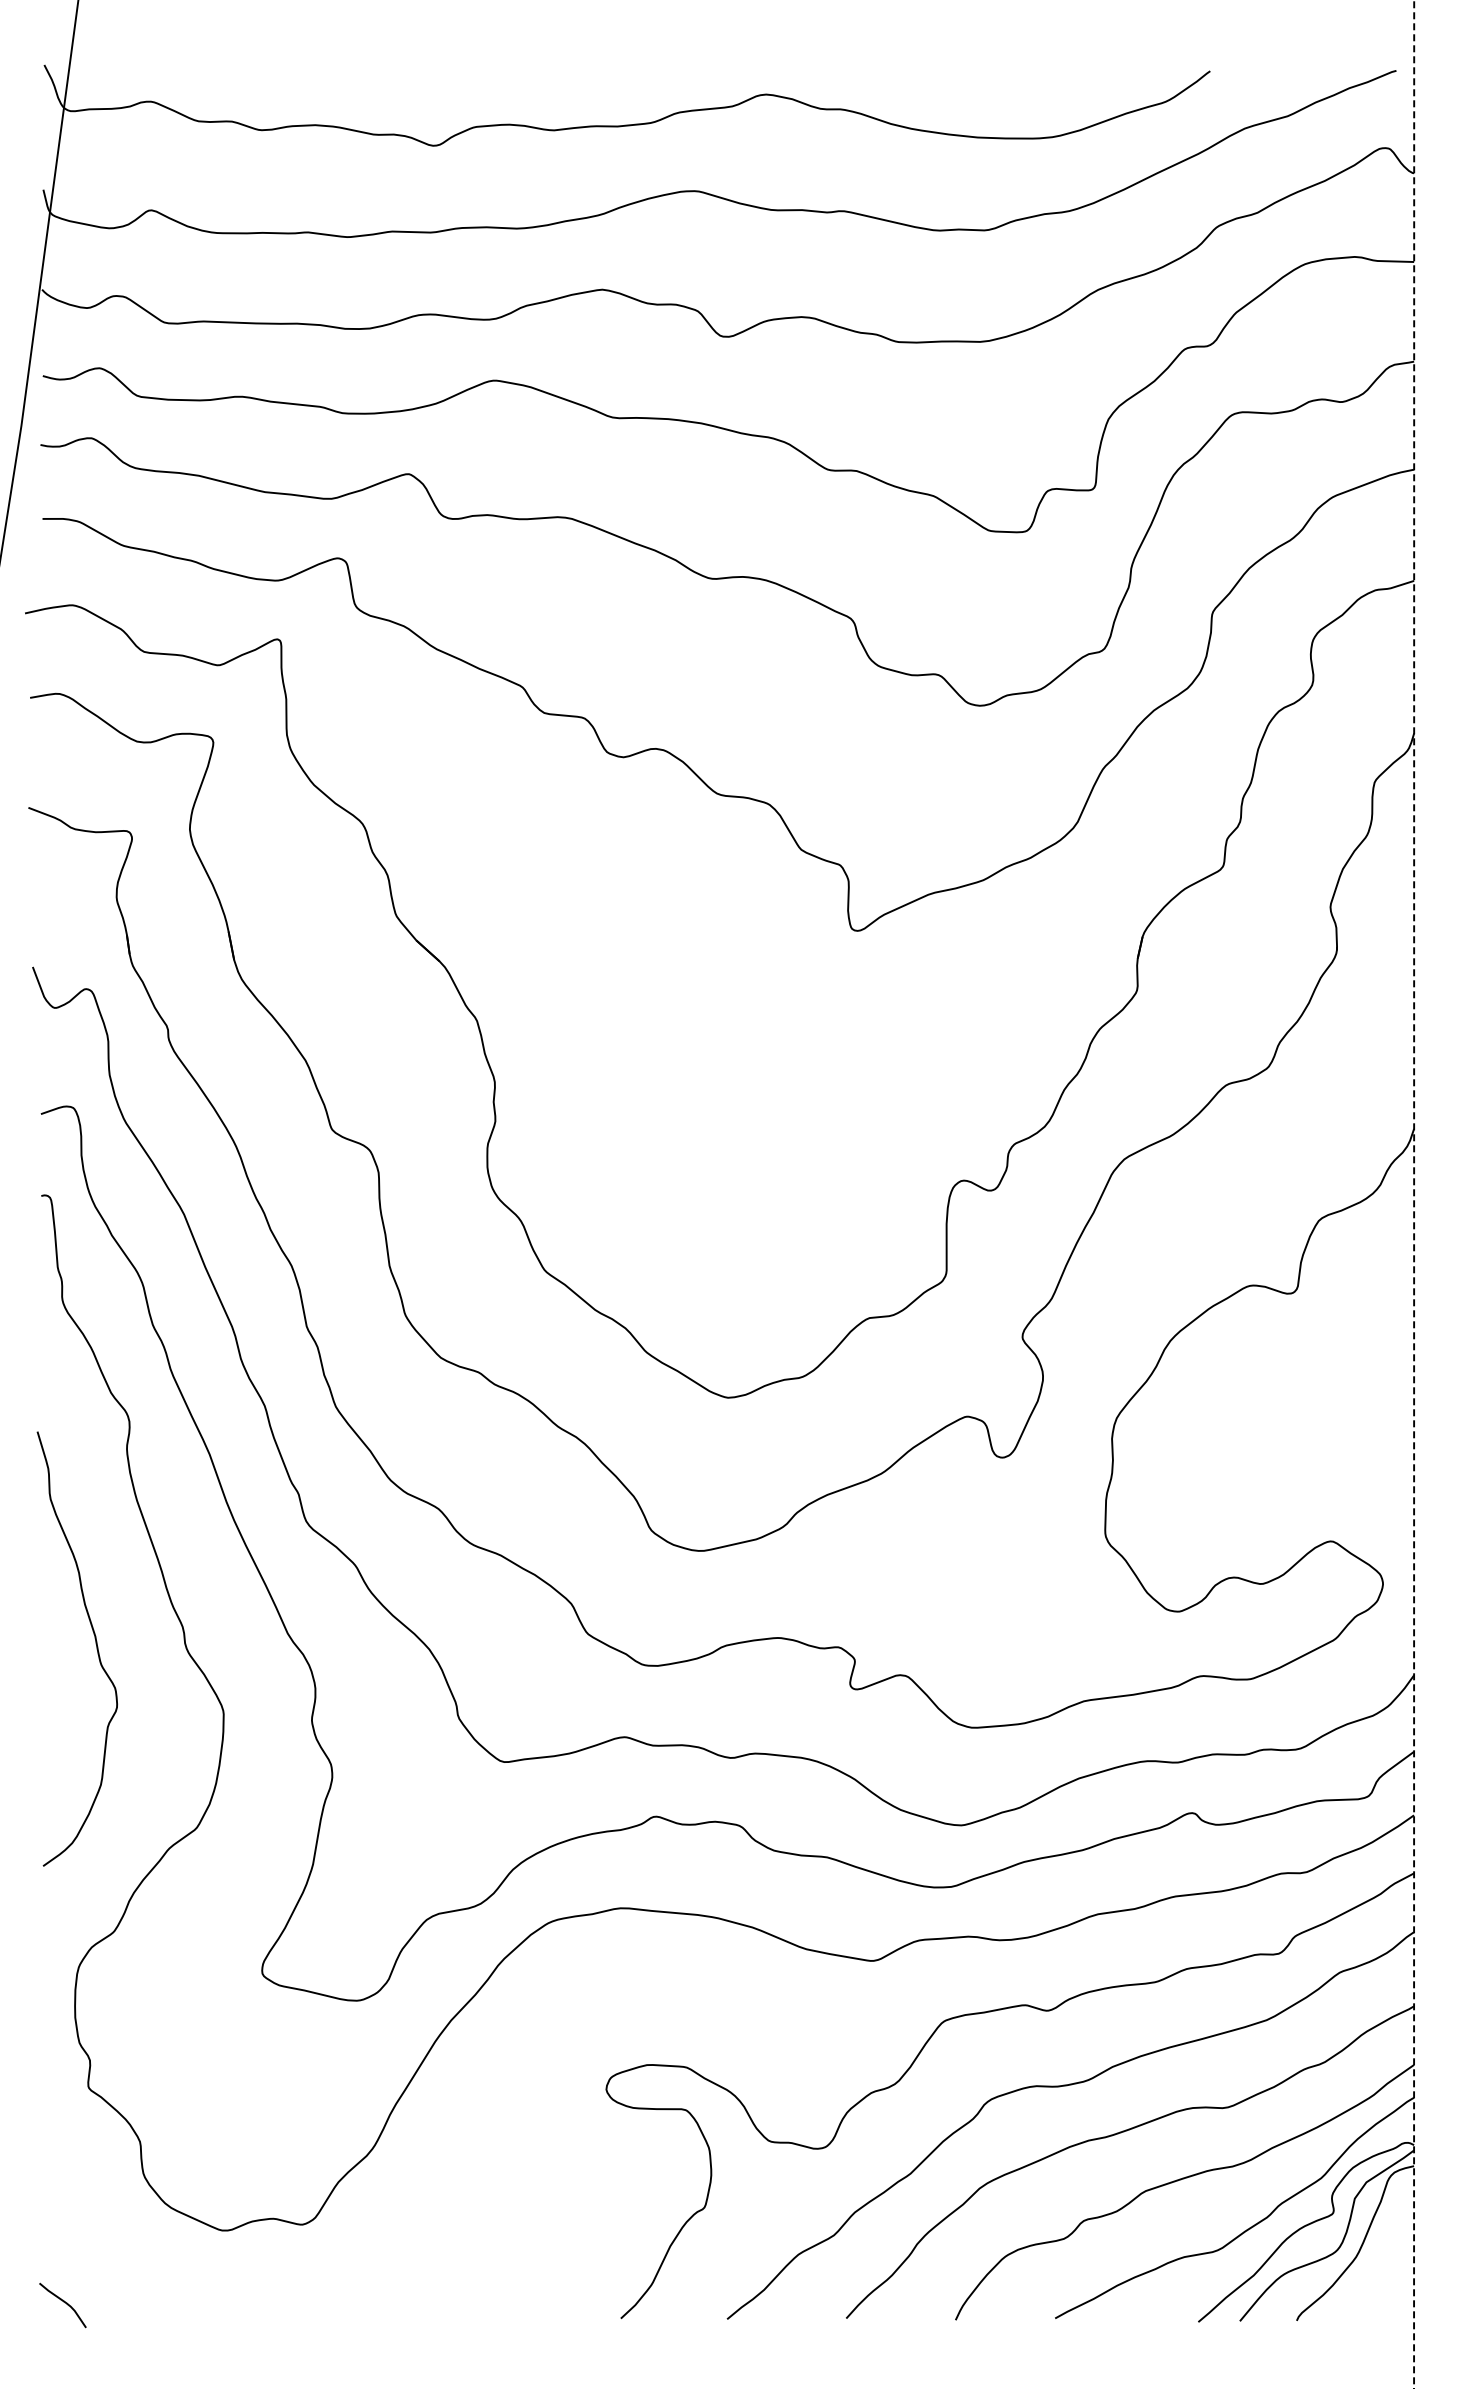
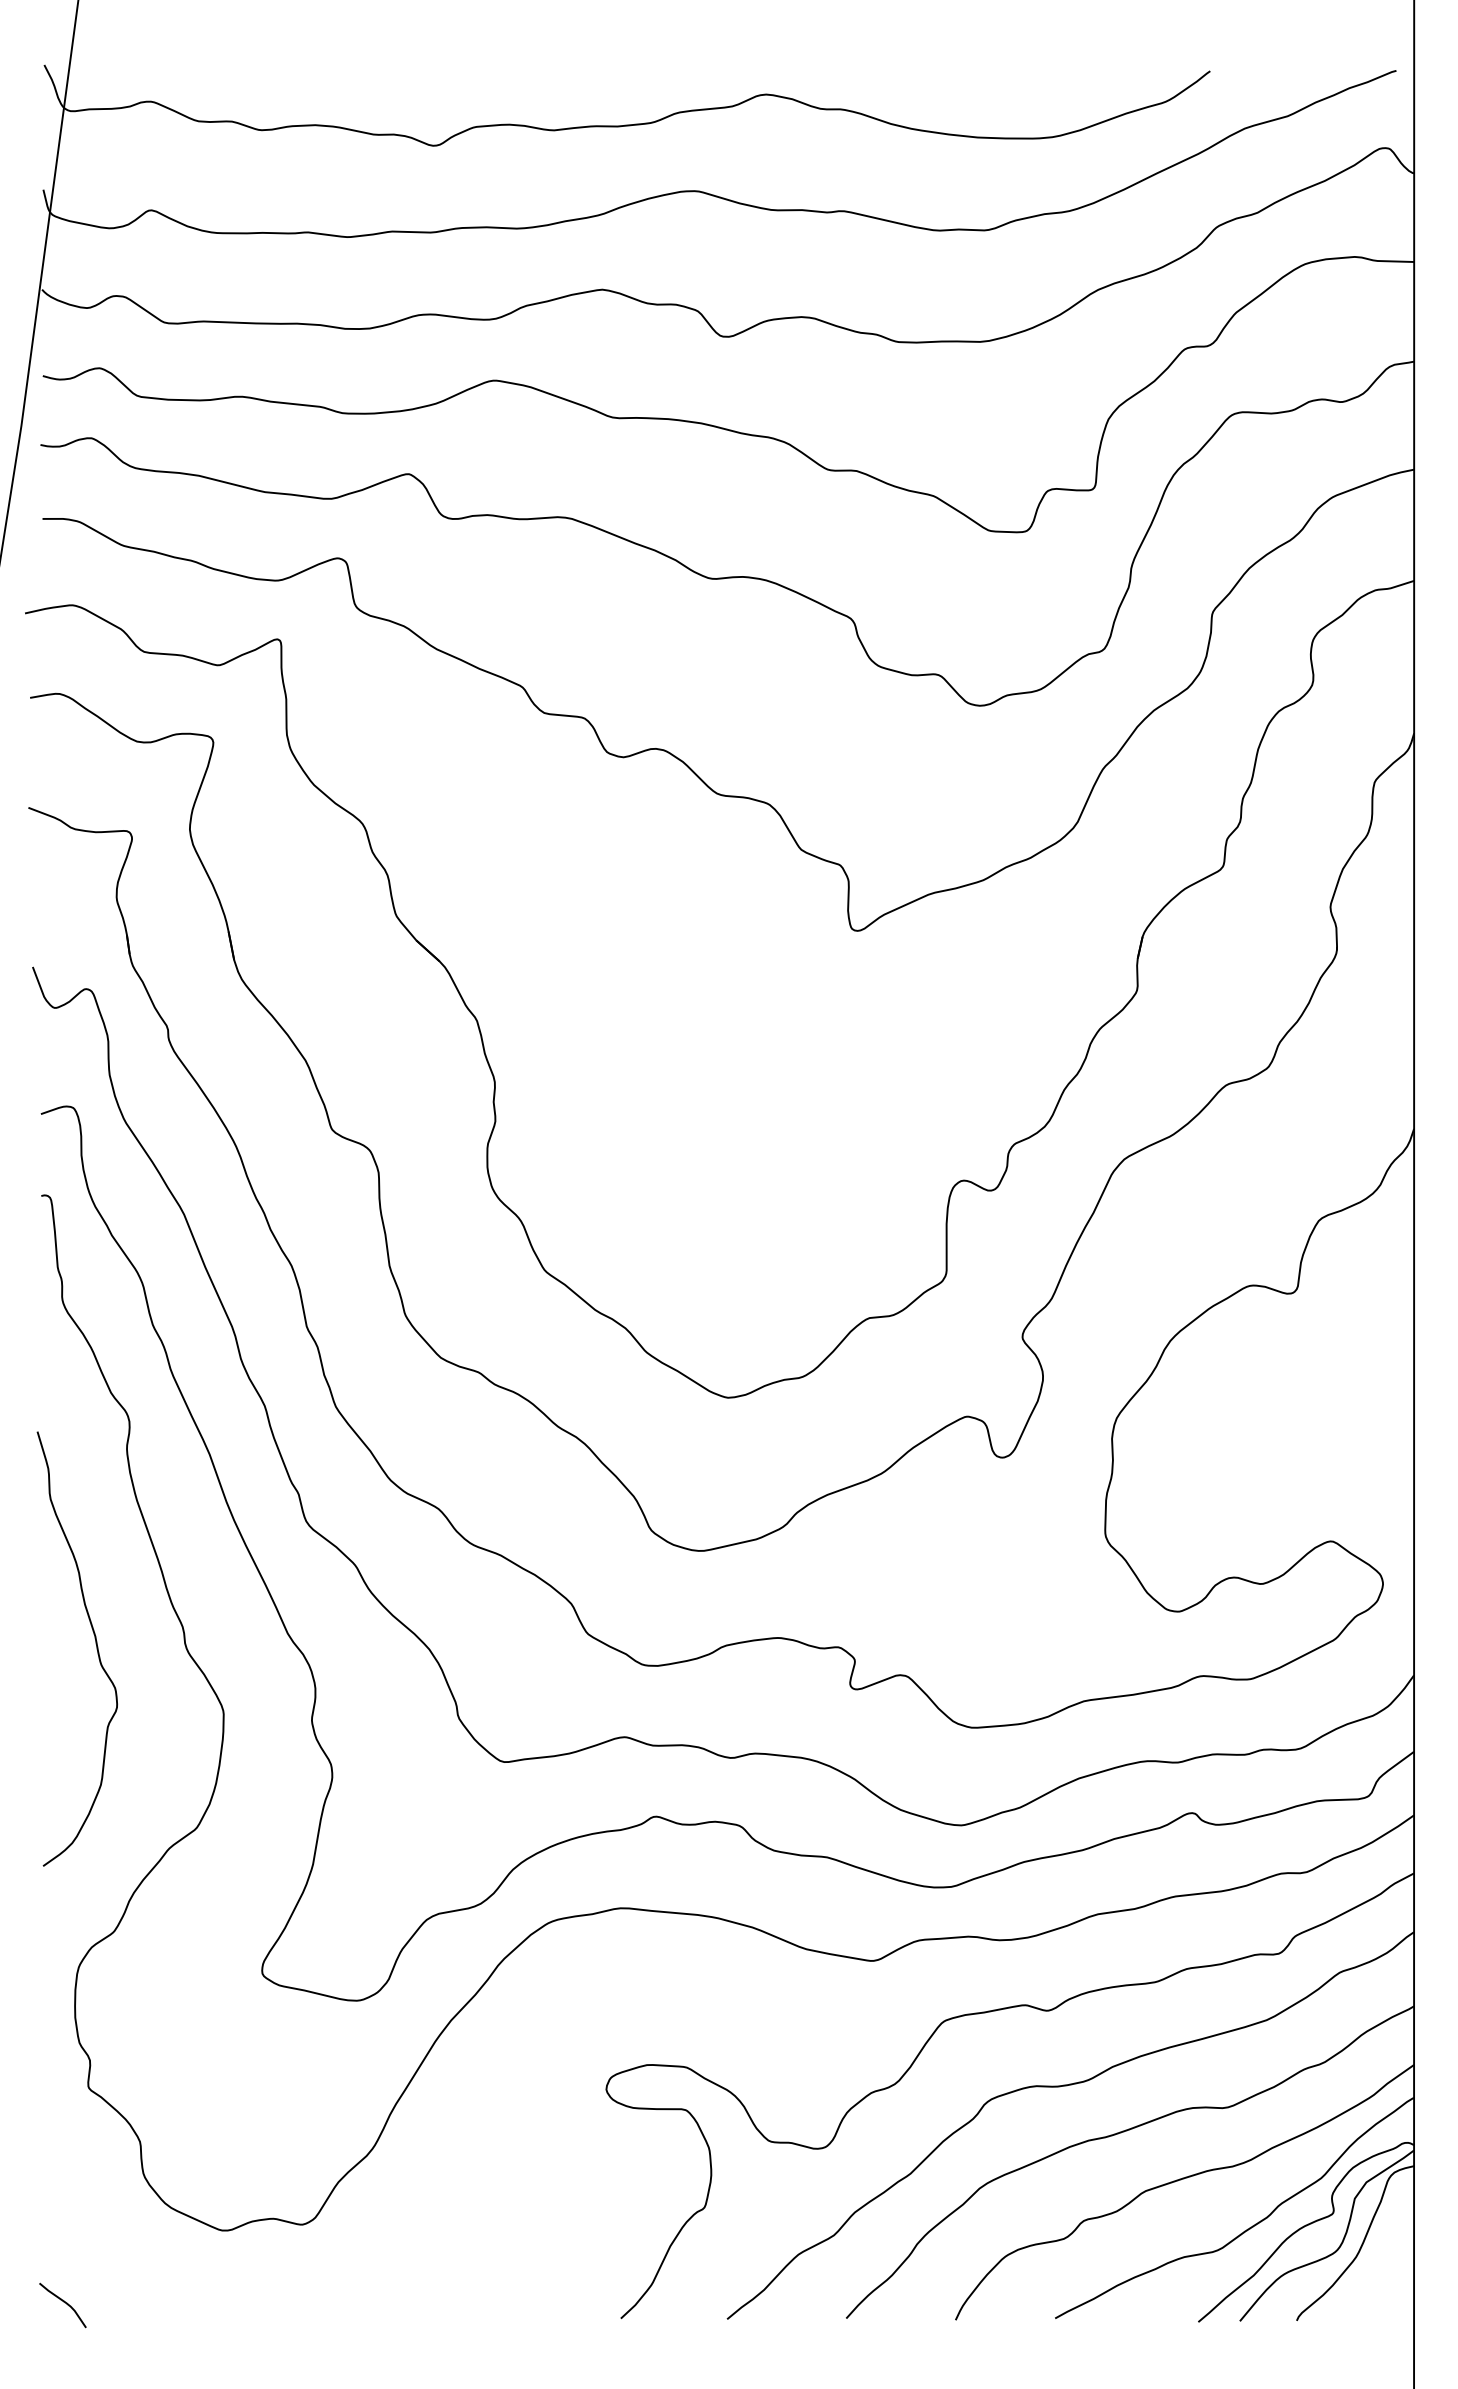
line at (1414, 1194): dashed -> solid
